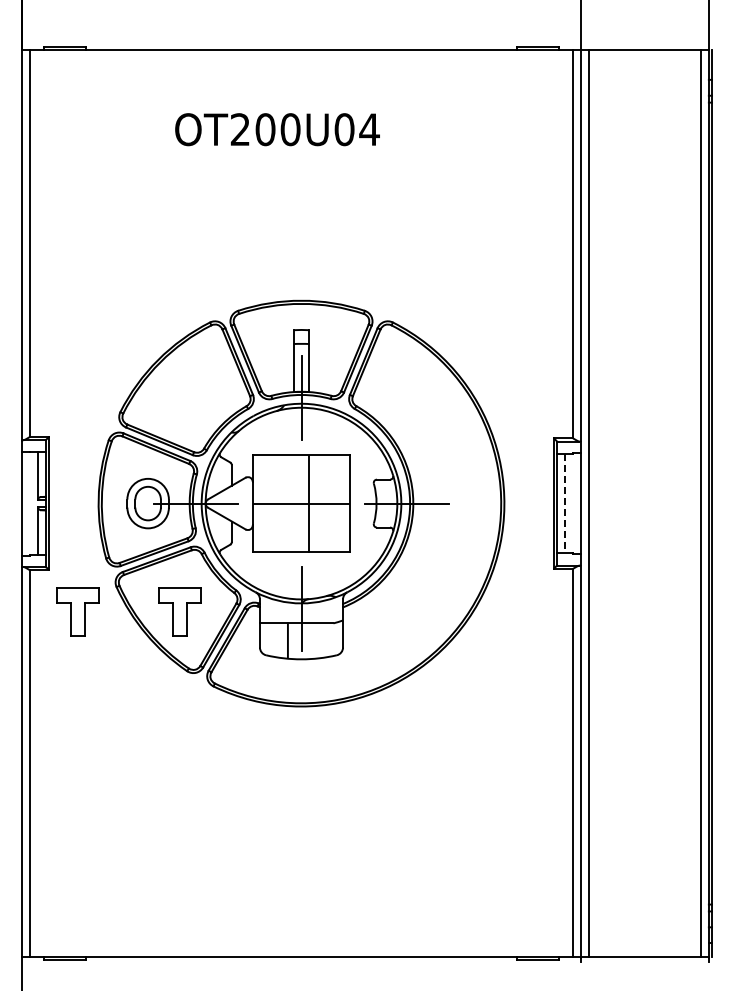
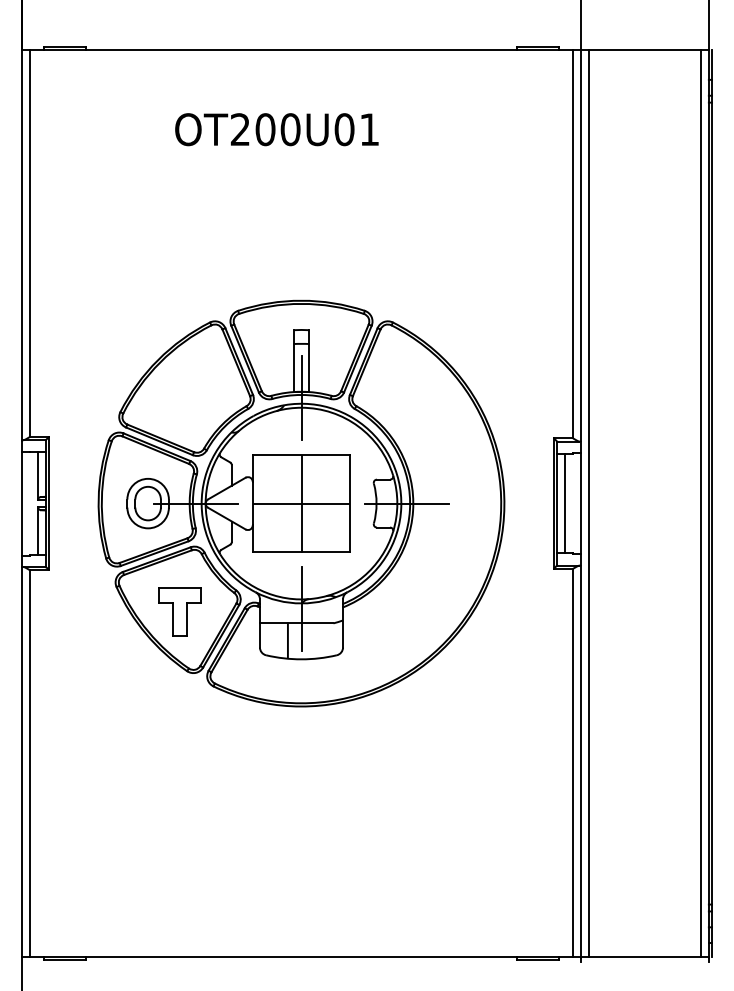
text at (369, 129): OT200U04 -> OT200U01
line at (308, 503) position: (308, 503) -> (301, 503)
line at (565, 503): dashed -> solid
part at (77, 611): present -> none
